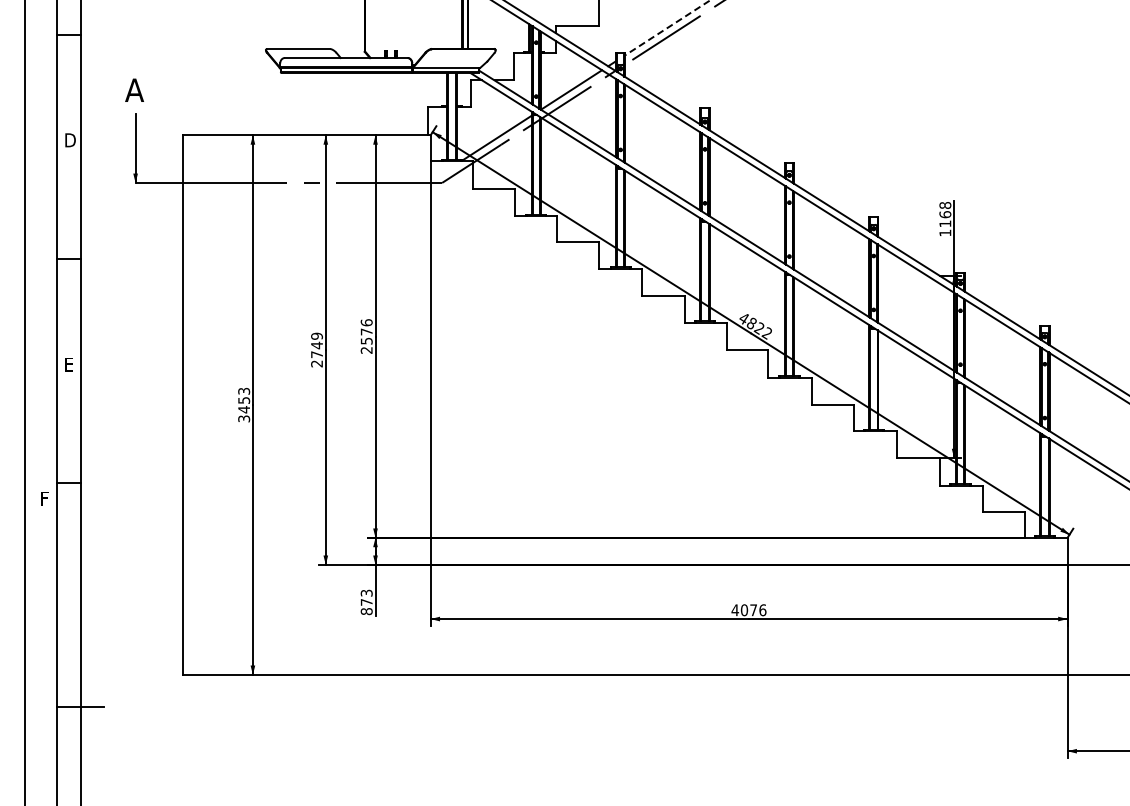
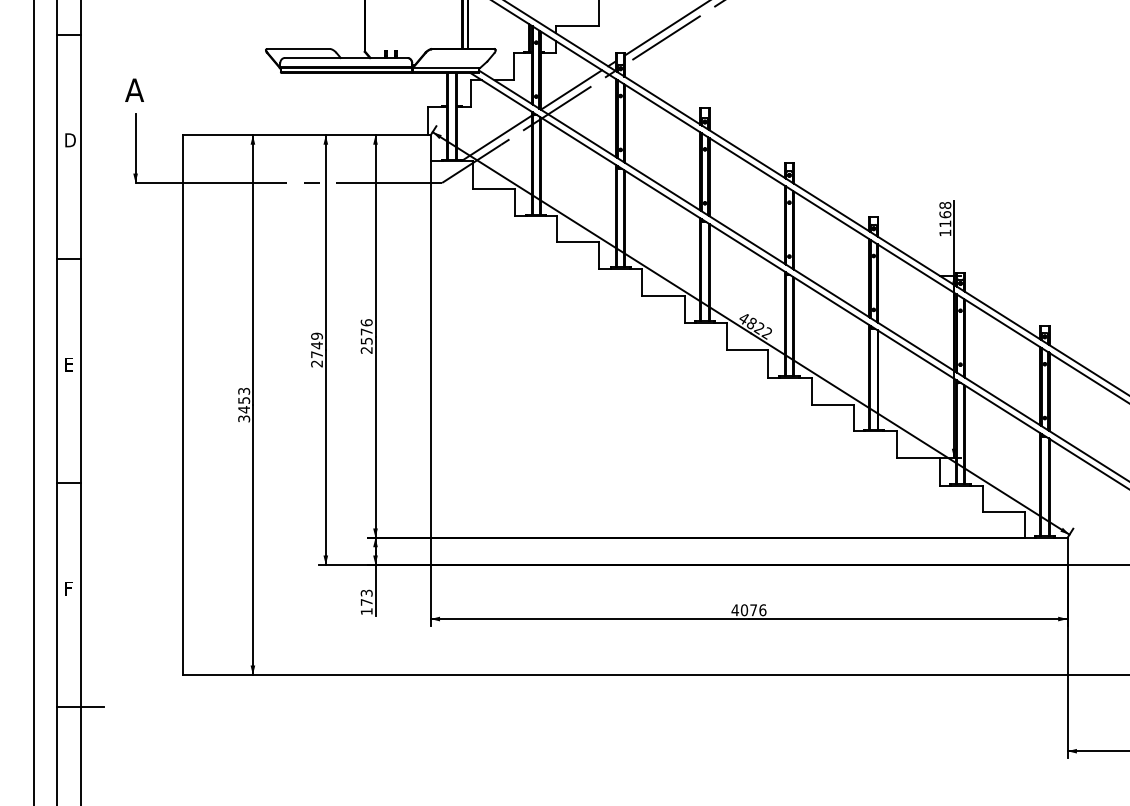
line at (667, 28): dashed -> solid
line at (24, 402) position: (24, 402) -> (33, 402)
text at (44, 498) position: (44, 498) -> (68, 588)
text at (366, 611): 873 -> 173
